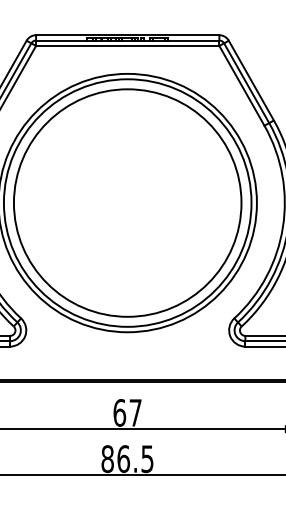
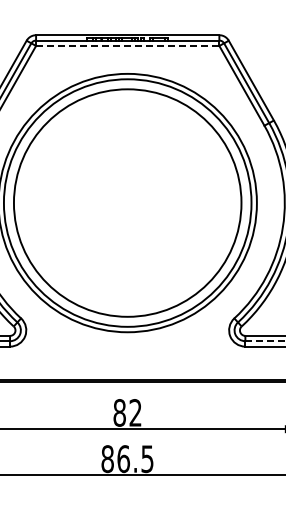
line at (127, 45): solid -> dashed
line at (265, 341): solid -> dashed
text at (127, 412): 67 -> 82
